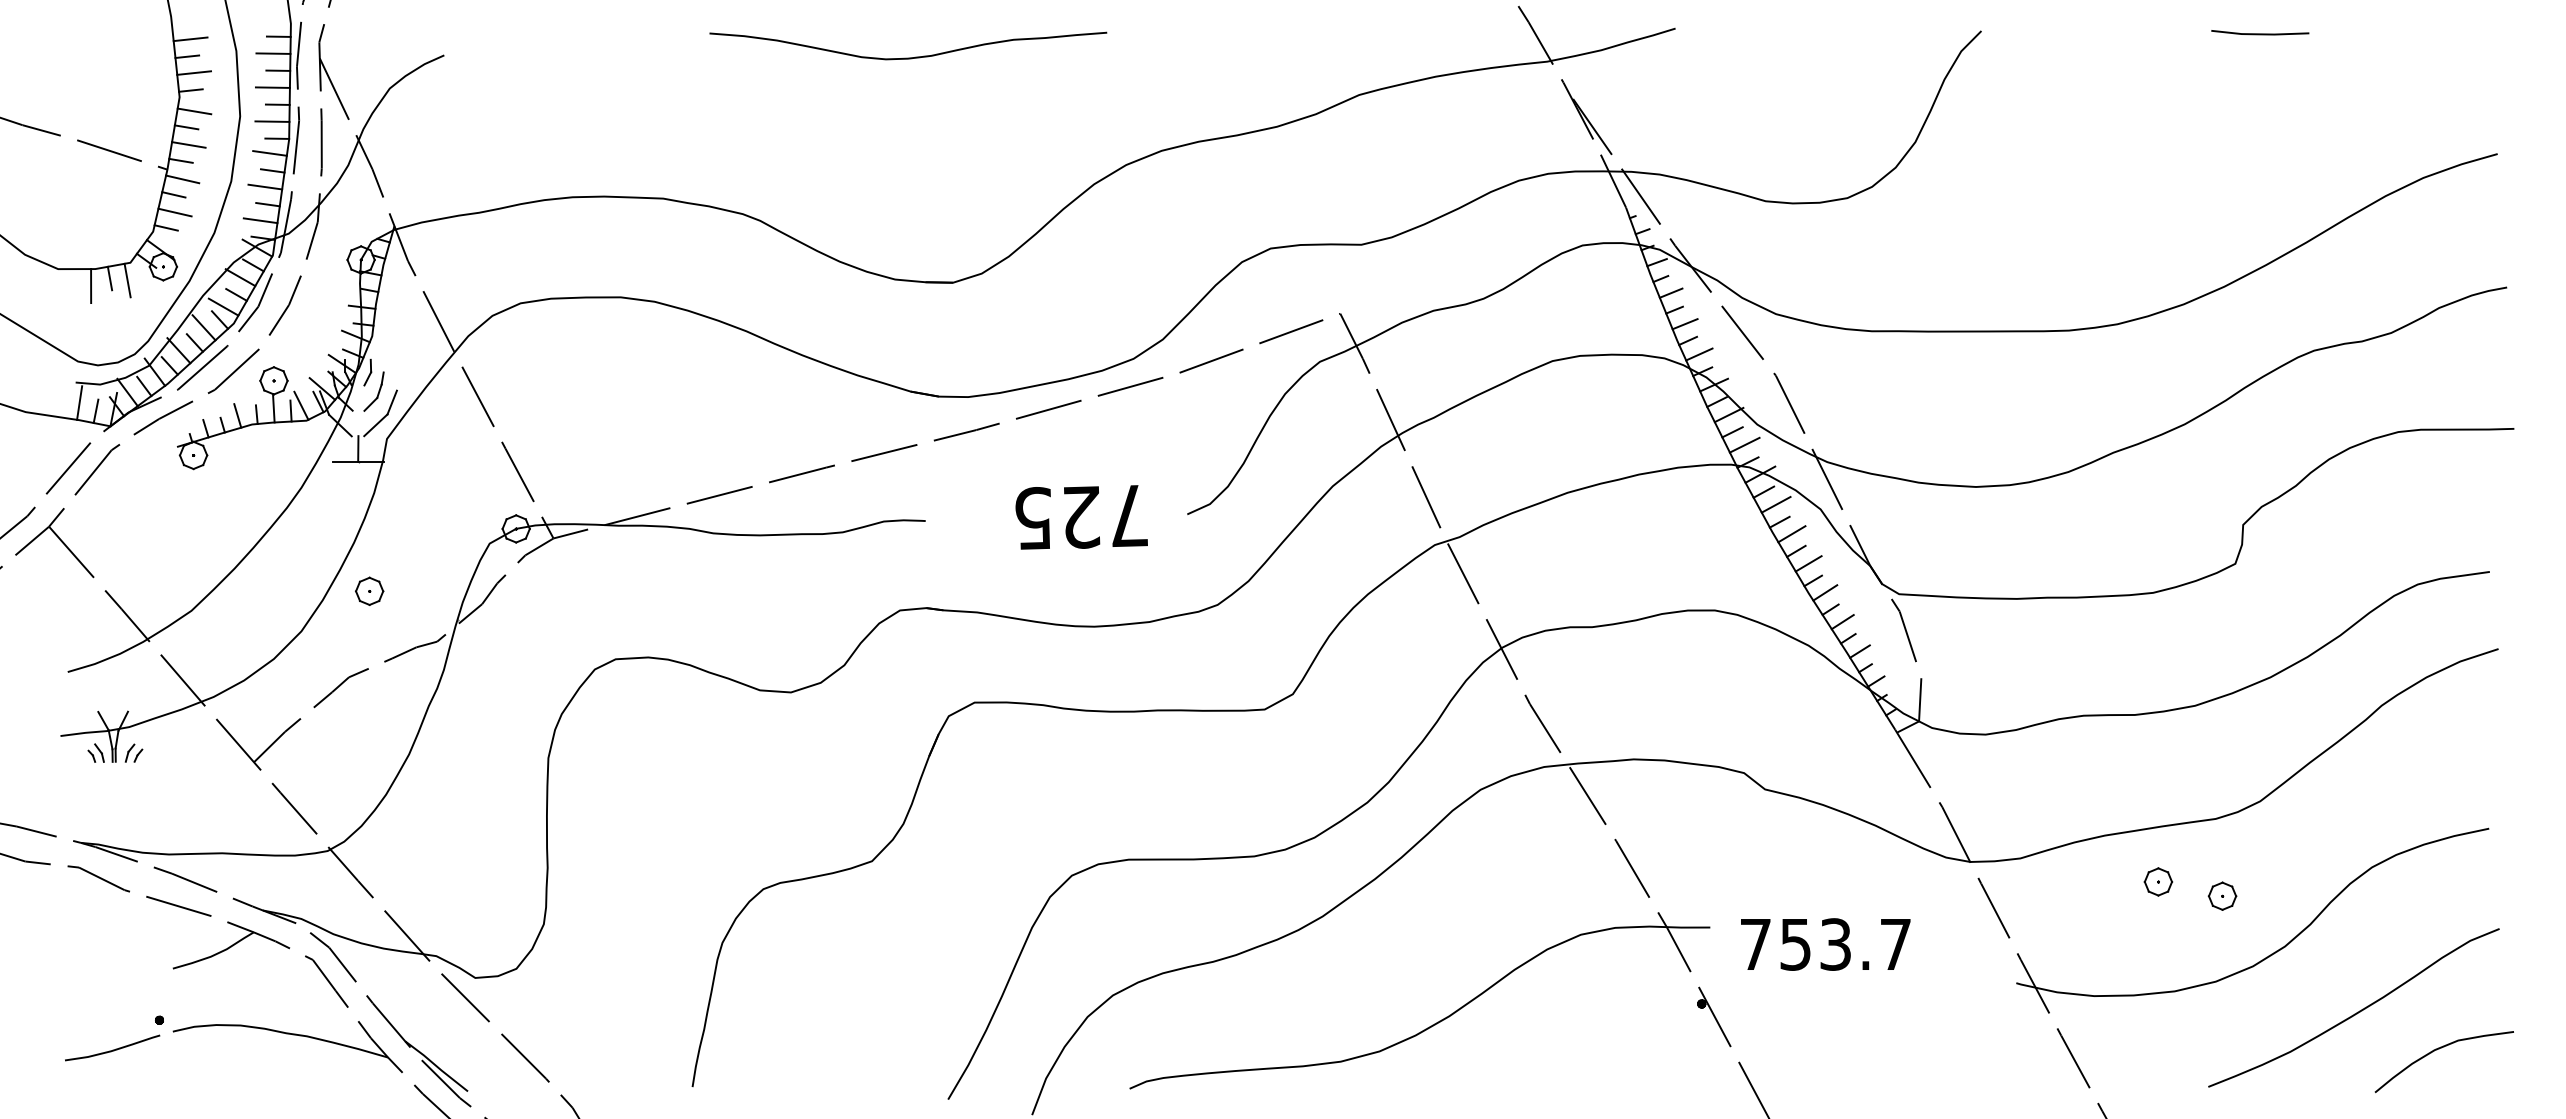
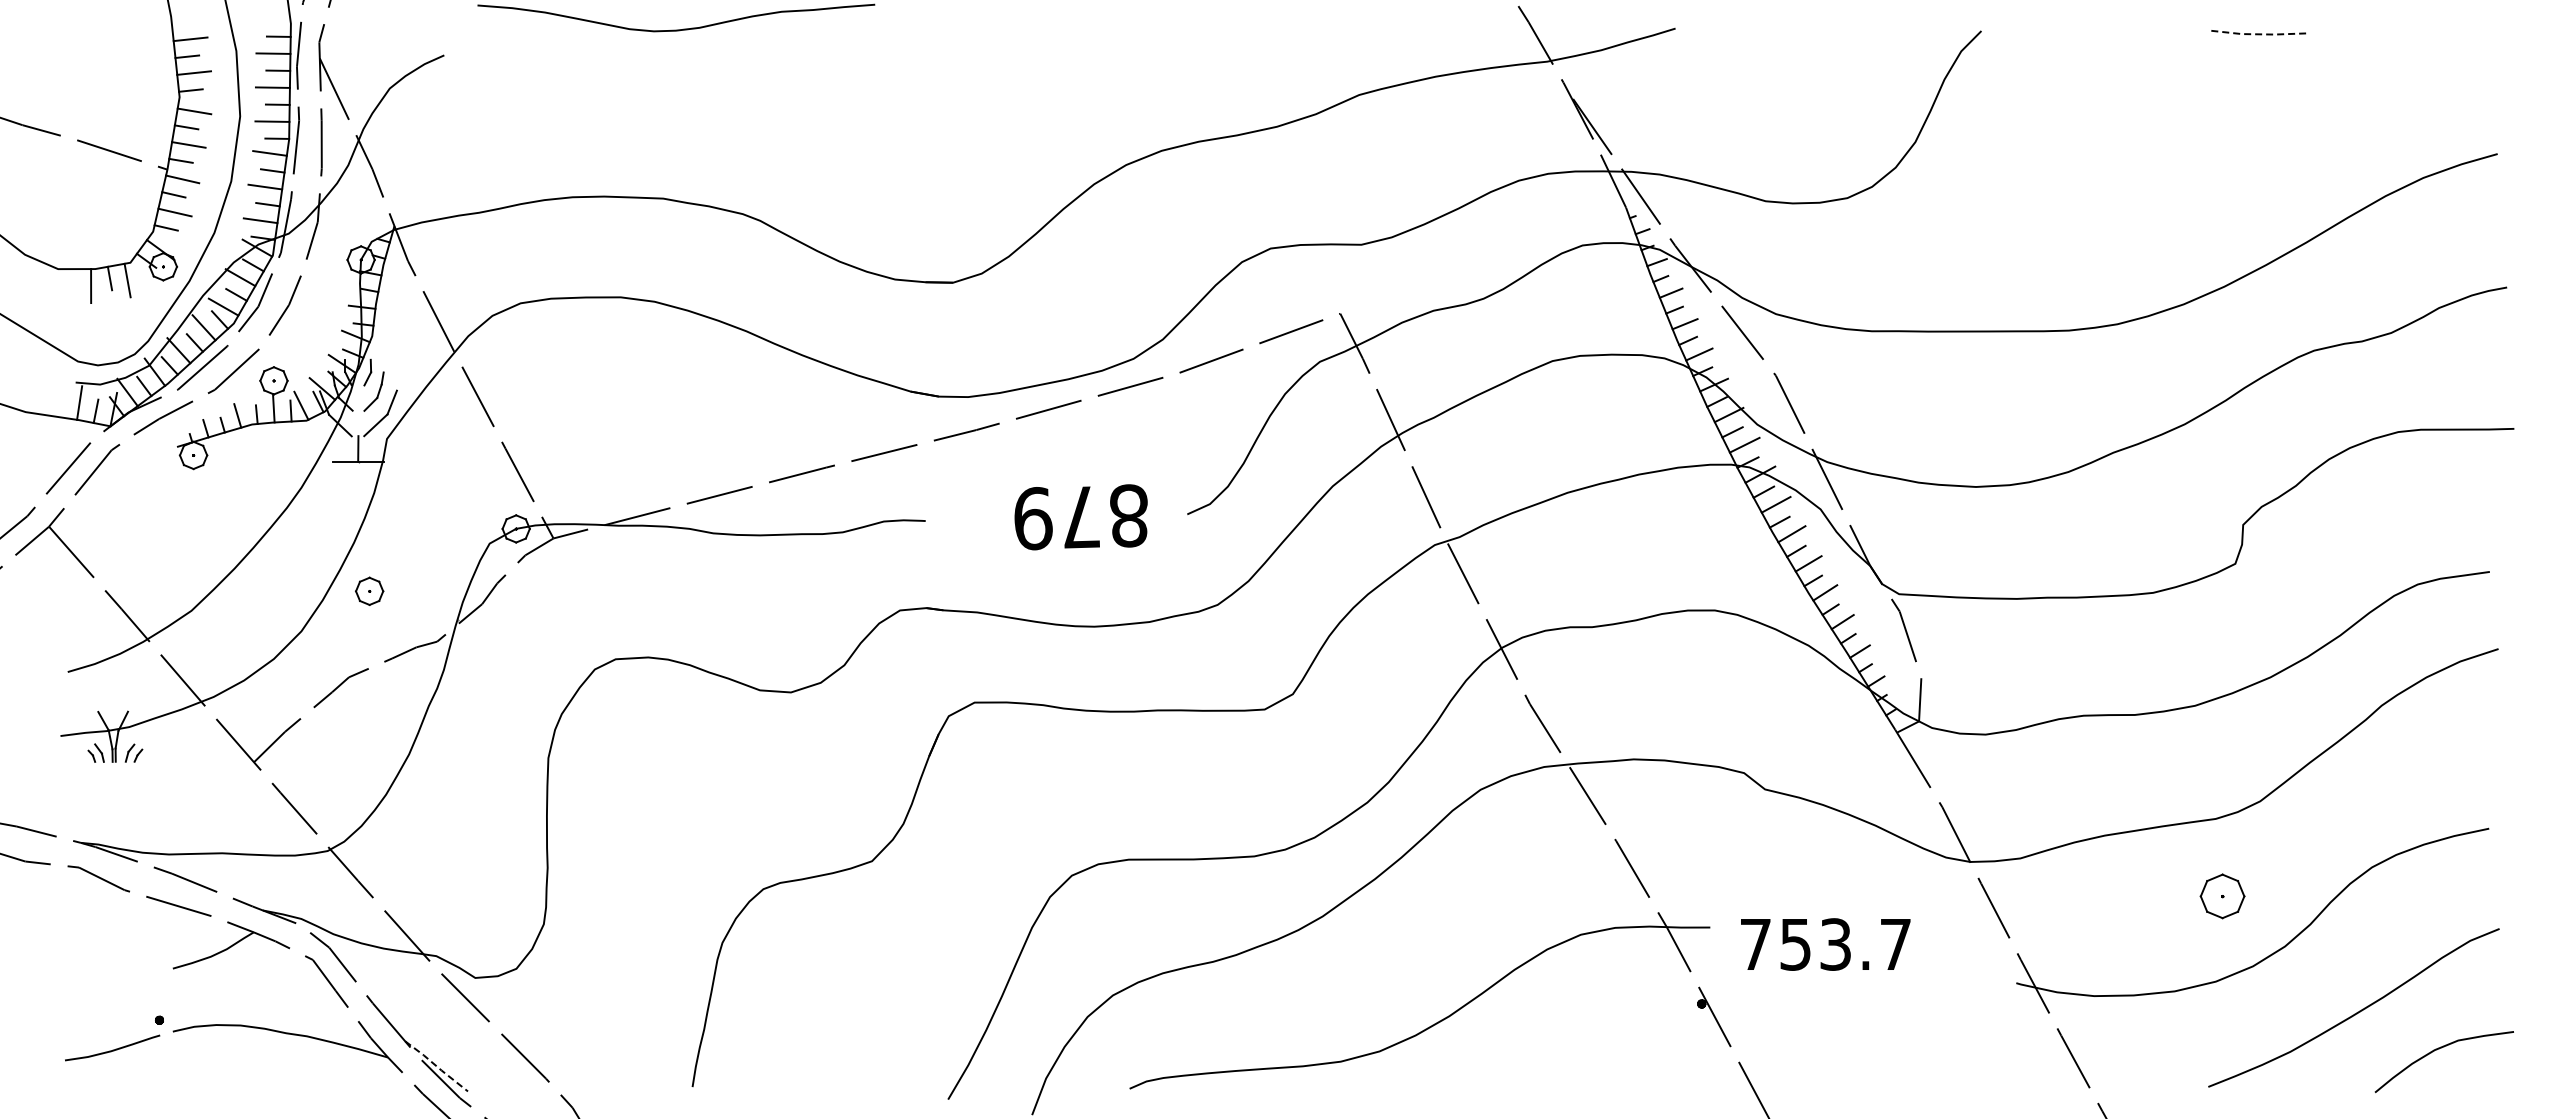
line at (2260, 34): solid -> dashed
curve at (908, 57) position: (908, 57) -> (676, 29)
text at (1080, 517): 725 -> 879
part at (2158, 881): present -> none
part at (2222, 895) size: 31x30 px -> 47x47 px
line at (436, 1066): solid -> dashed
